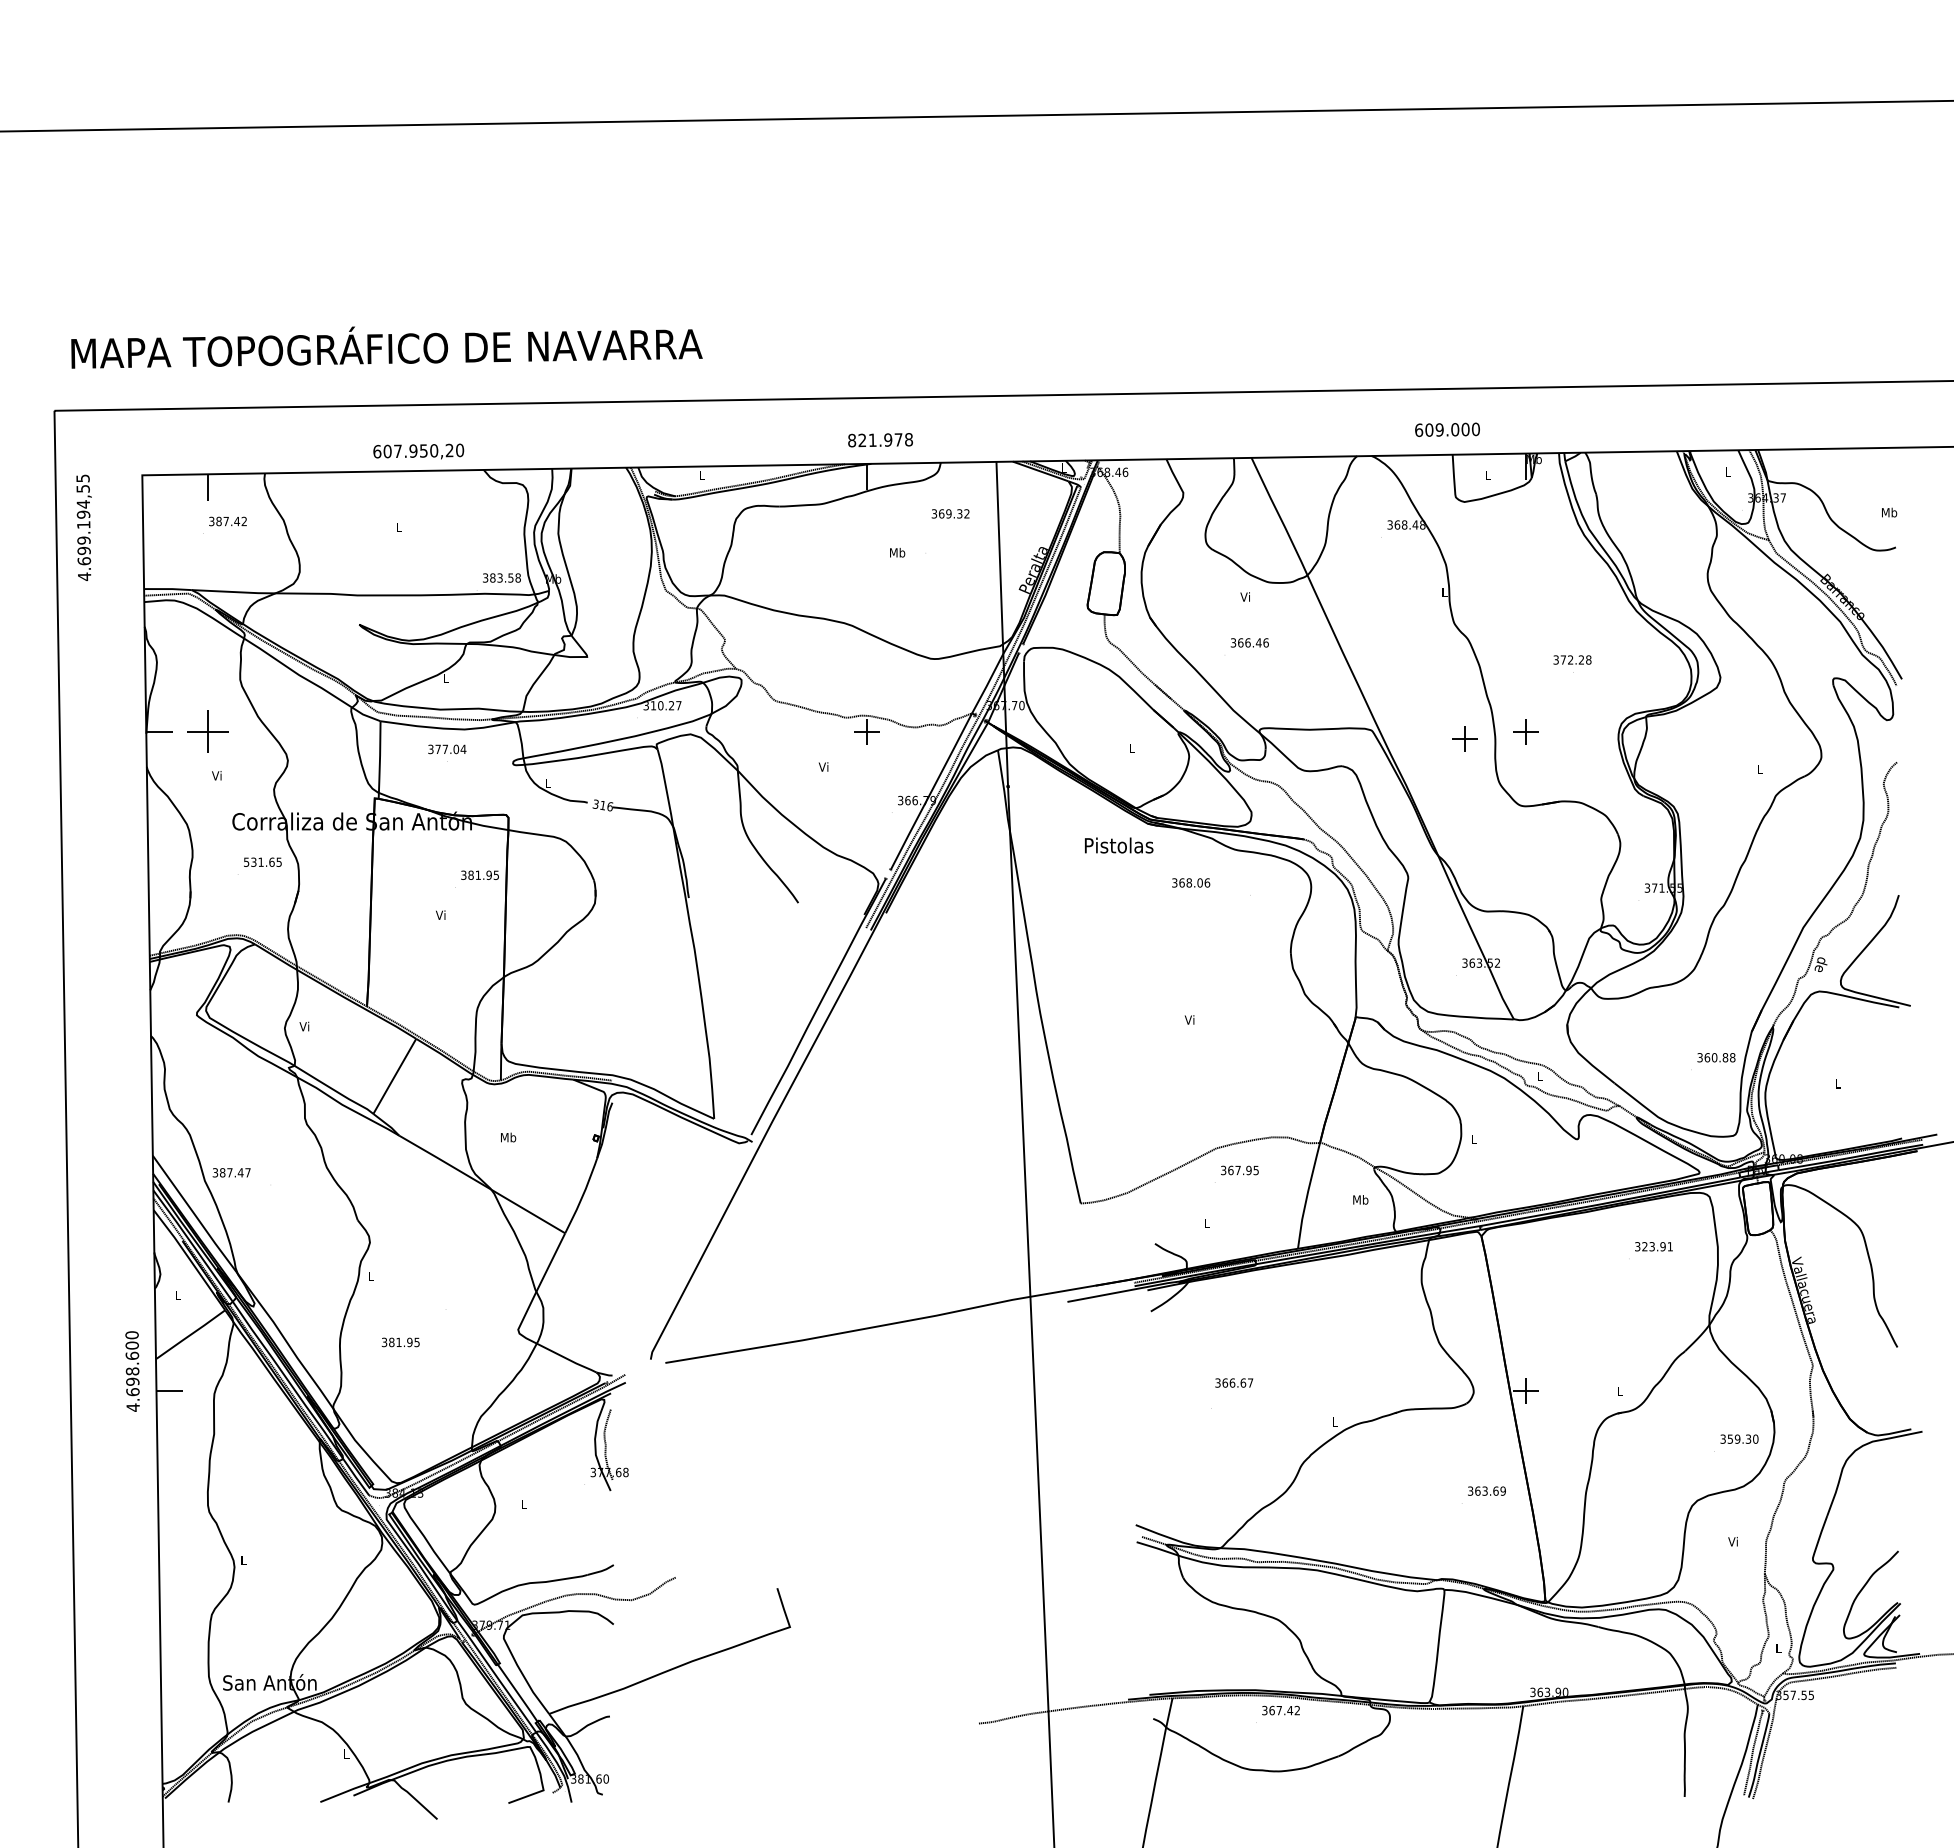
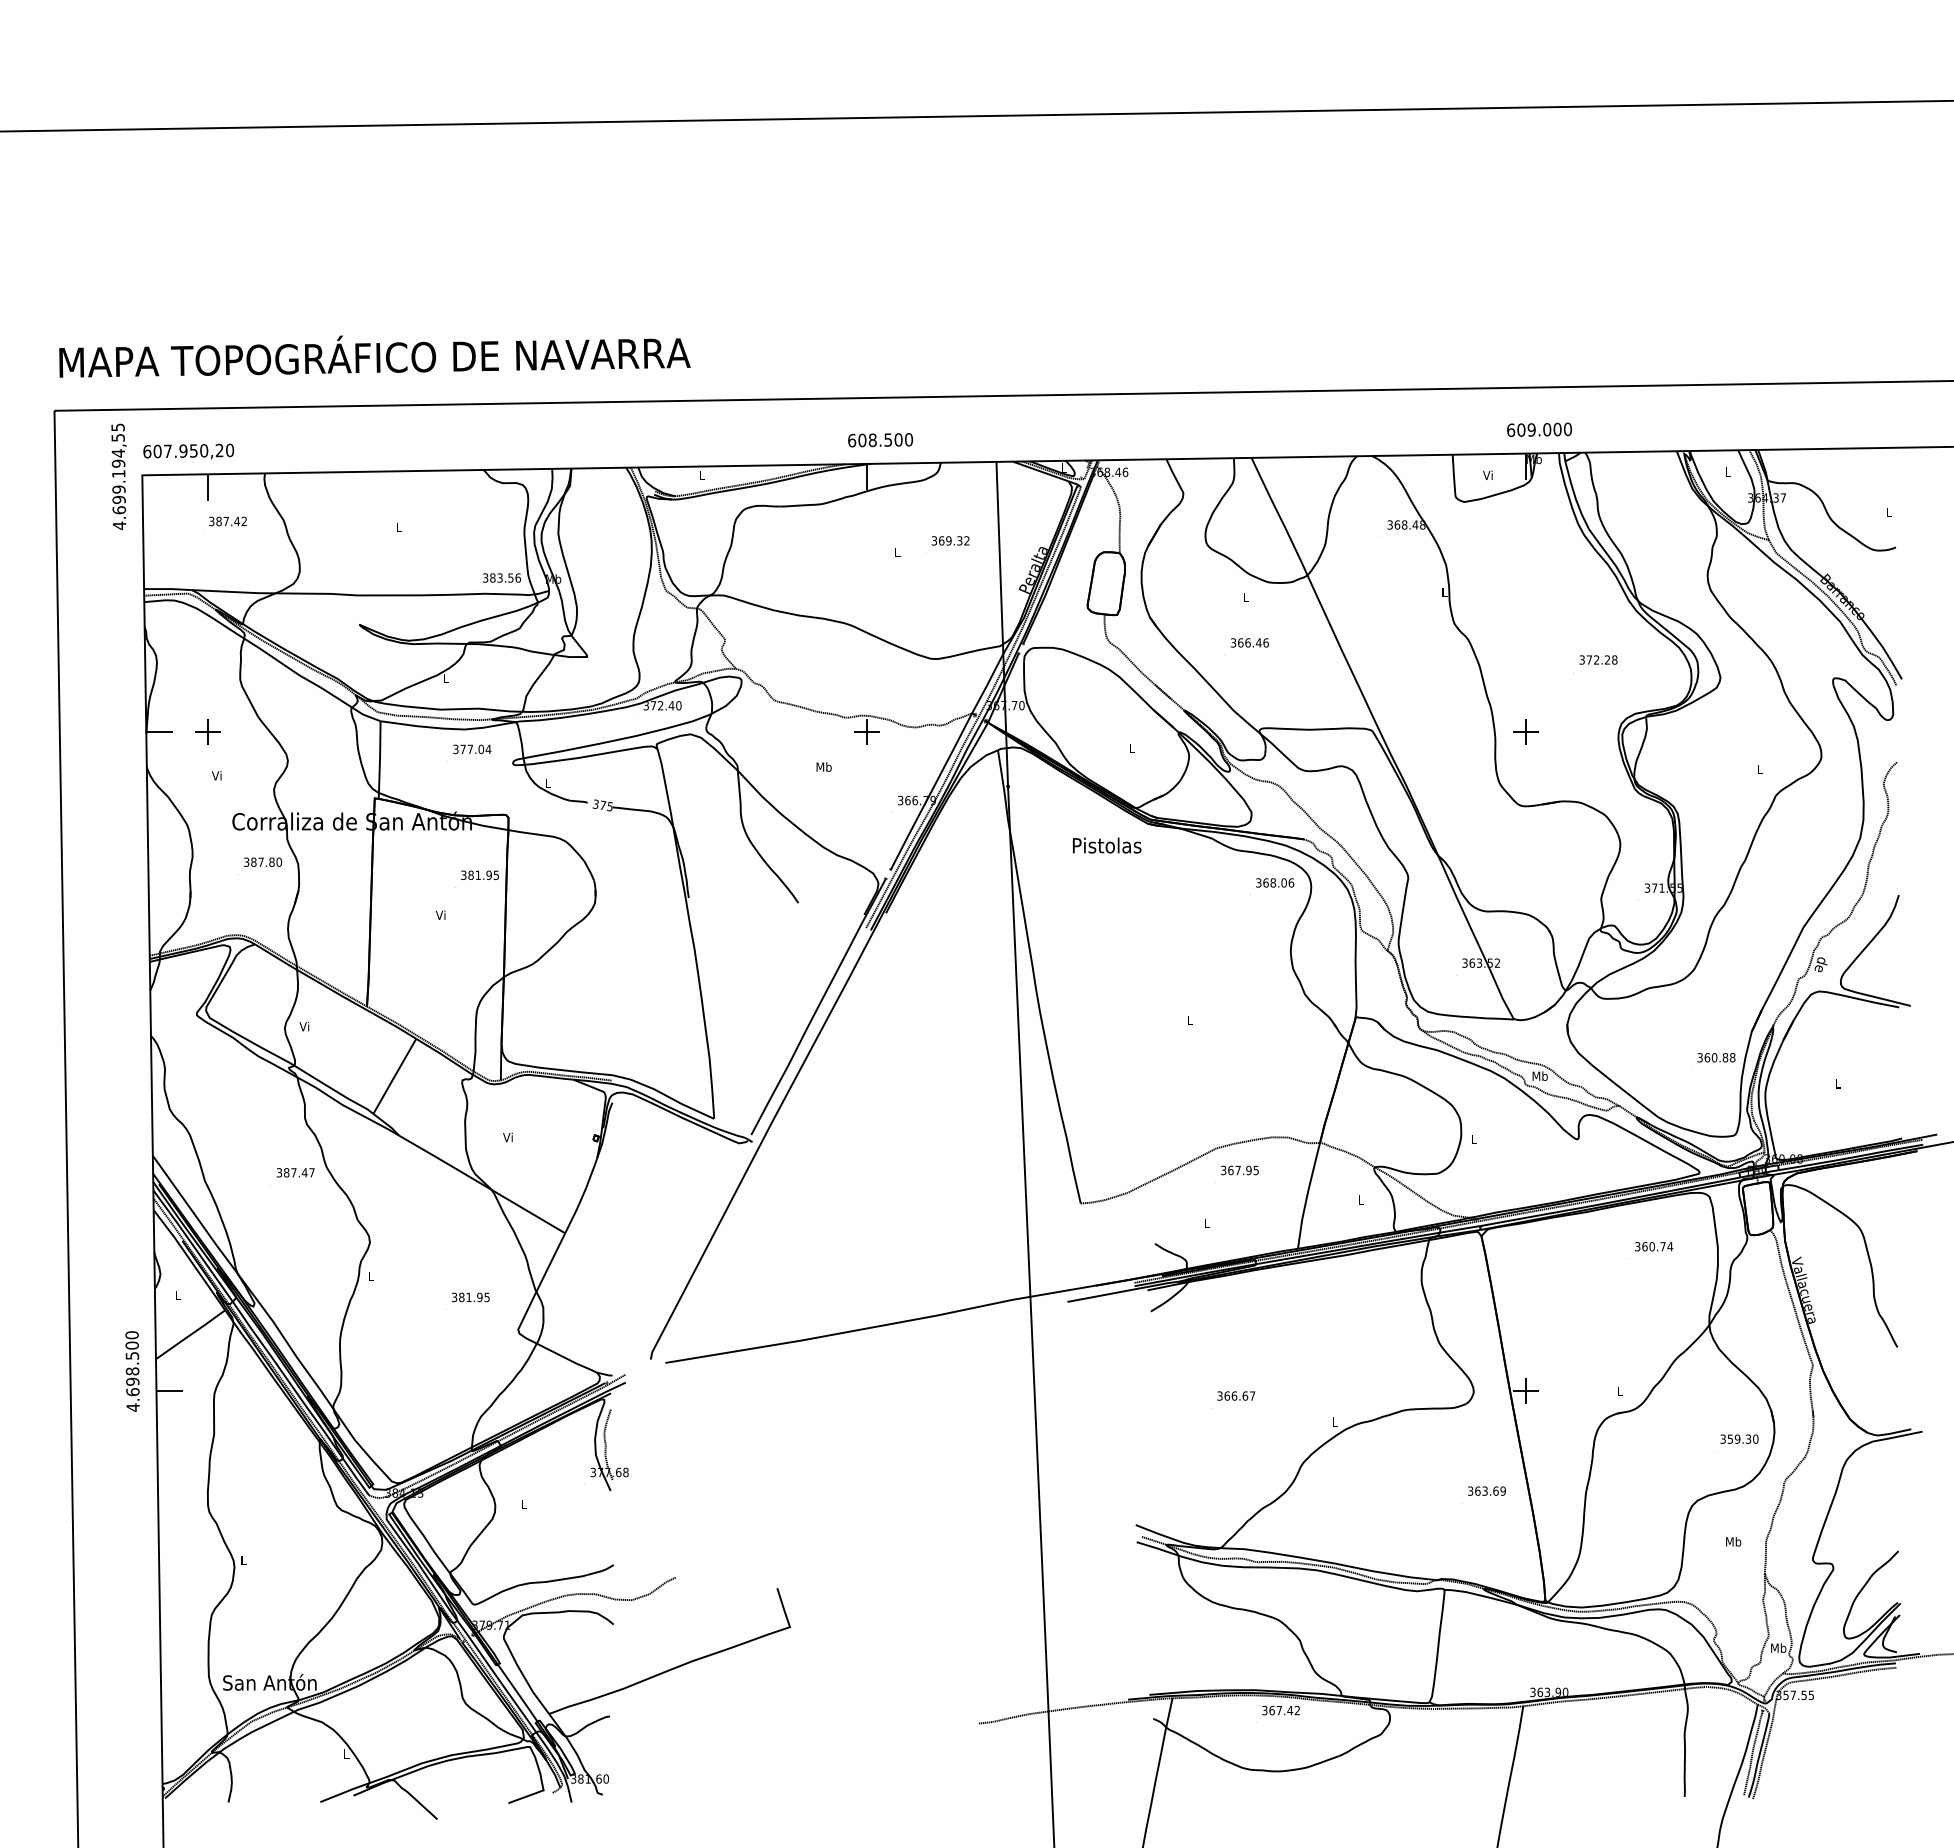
text at (386, 347) position: (386, 347) -> (374, 356)
text at (1447, 429) position: (1447, 429) -> (1539, 429)
text at (880, 440): 821.978 -> 608.500
text at (418, 451) position: (418, 451) -> (188, 451)
text at (1487, 474): L -> Vi
text at (1889, 512): Mb -> L
text at (950, 513) position: (950, 513) -> (950, 540)
text at (83, 527) position: (83, 527) -> (118, 476)
text at (897, 552): Mb -> L
text at (517, 577): 383.58 -> 383.56
text at (1244, 596): Vi -> L
text at (1572, 659) position: (1572, 659) -> (1598, 659)
text at (665, 705): 310.27 -> 372.40
part at (207, 731) size: 42x43 px -> 26x26 px
part at (1464, 738): present -> none
text at (447, 749) position: (447, 749) -> (472, 749)
text at (823, 766): Vi -> Mb
text at (606, 805): 316 -> 375
text at (1119, 845) position: (1119, 845) -> (1107, 845)
text at (262, 861): 531.65 -> 387.80
text at (1191, 882) position: (1191, 882) -> (1275, 882)
text at (1189, 1019): Vi -> L
text at (1539, 1075): L -> Mb
text at (508, 1137): Mb -> Vi
text at (231, 1172) position: (231, 1172) -> (295, 1172)
text at (1360, 1199): Mb -> L
text at (1657, 1246): 323.91 -> 360.74
text at (400, 1342) position: (400, 1342) -> (470, 1297)
text at (132, 1355): 4.698.600 -> 4.698.500
text at (1234, 1382) position: (1234, 1382) -> (1236, 1395)
text at (1733, 1541): Vi -> Mb
text at (1778, 1647): L -> Mb
